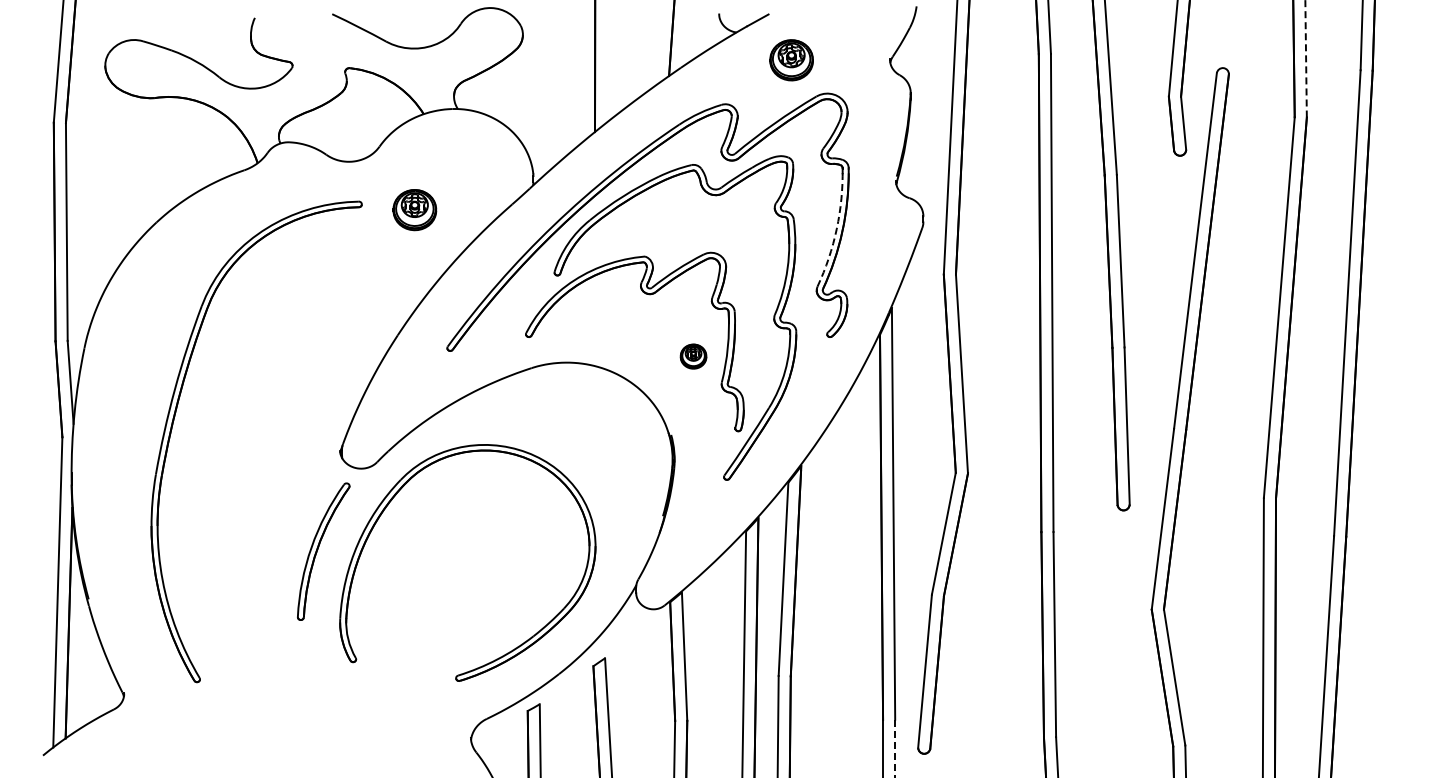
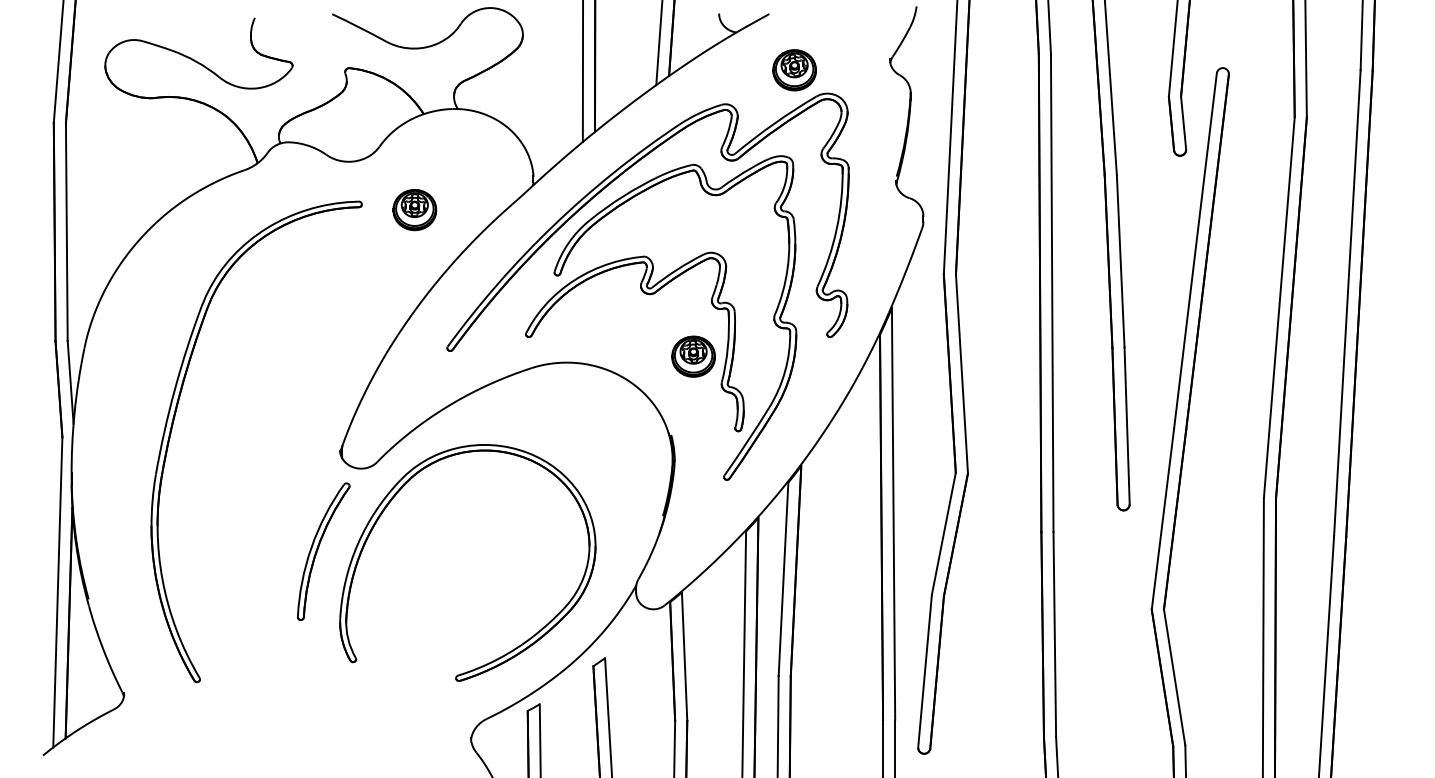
line at (659, 43): none -> present
line at (1306, 58): dashed -> solid
part at (791, 60) position: (791, 60) -> (794, 70)
line at (582, 72): none -> present
arc at (836, 229): dashed -> solid
part at (693, 356) size: 29x27 px -> 45x43 px
line at (895, 748): dashed -> solid
